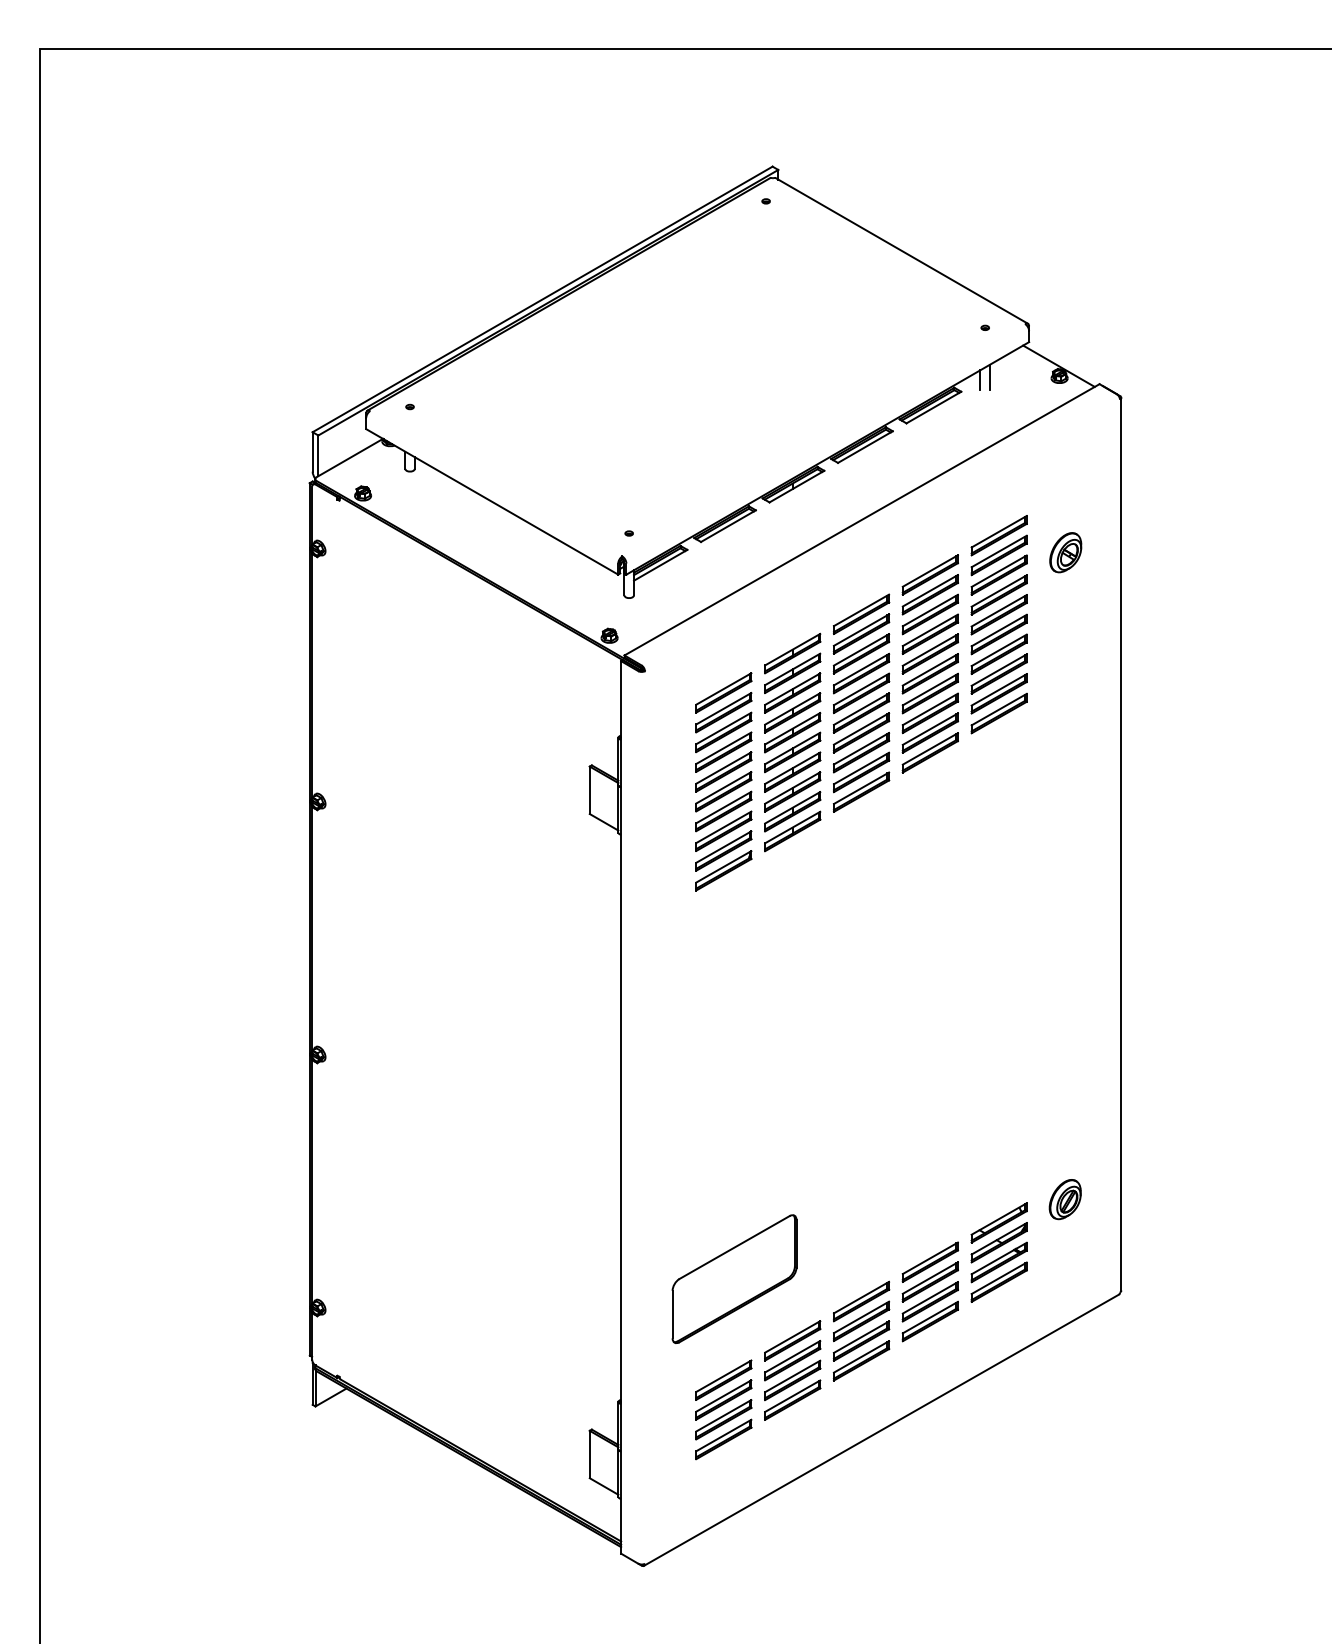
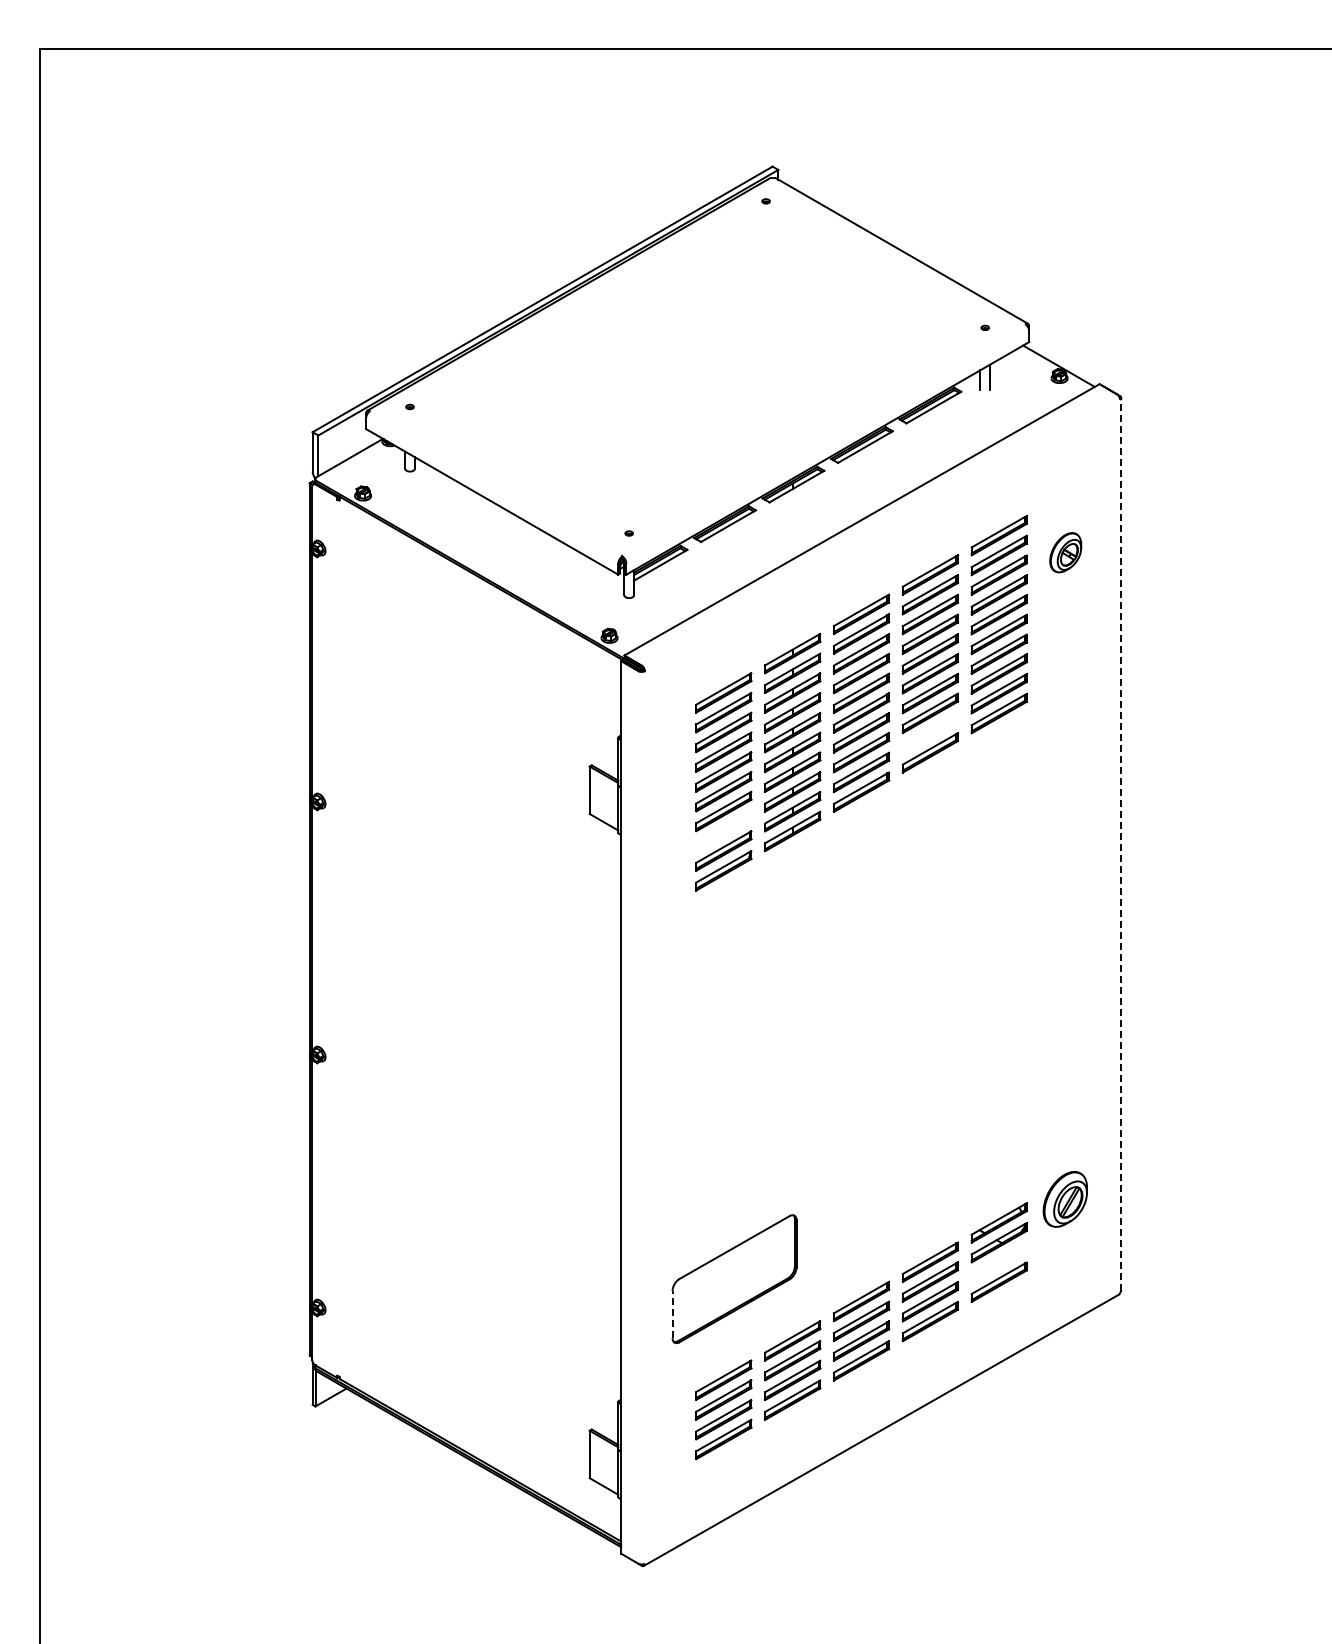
part at (930, 732): present -> none
part at (723, 830): present -> none
line at (1121, 843): solid -> dashed
part at (1064, 1199) size: 34x42 px -> 46x57 px
part at (998, 1262): present -> none
line at (672, 1314): solid -> dashed
